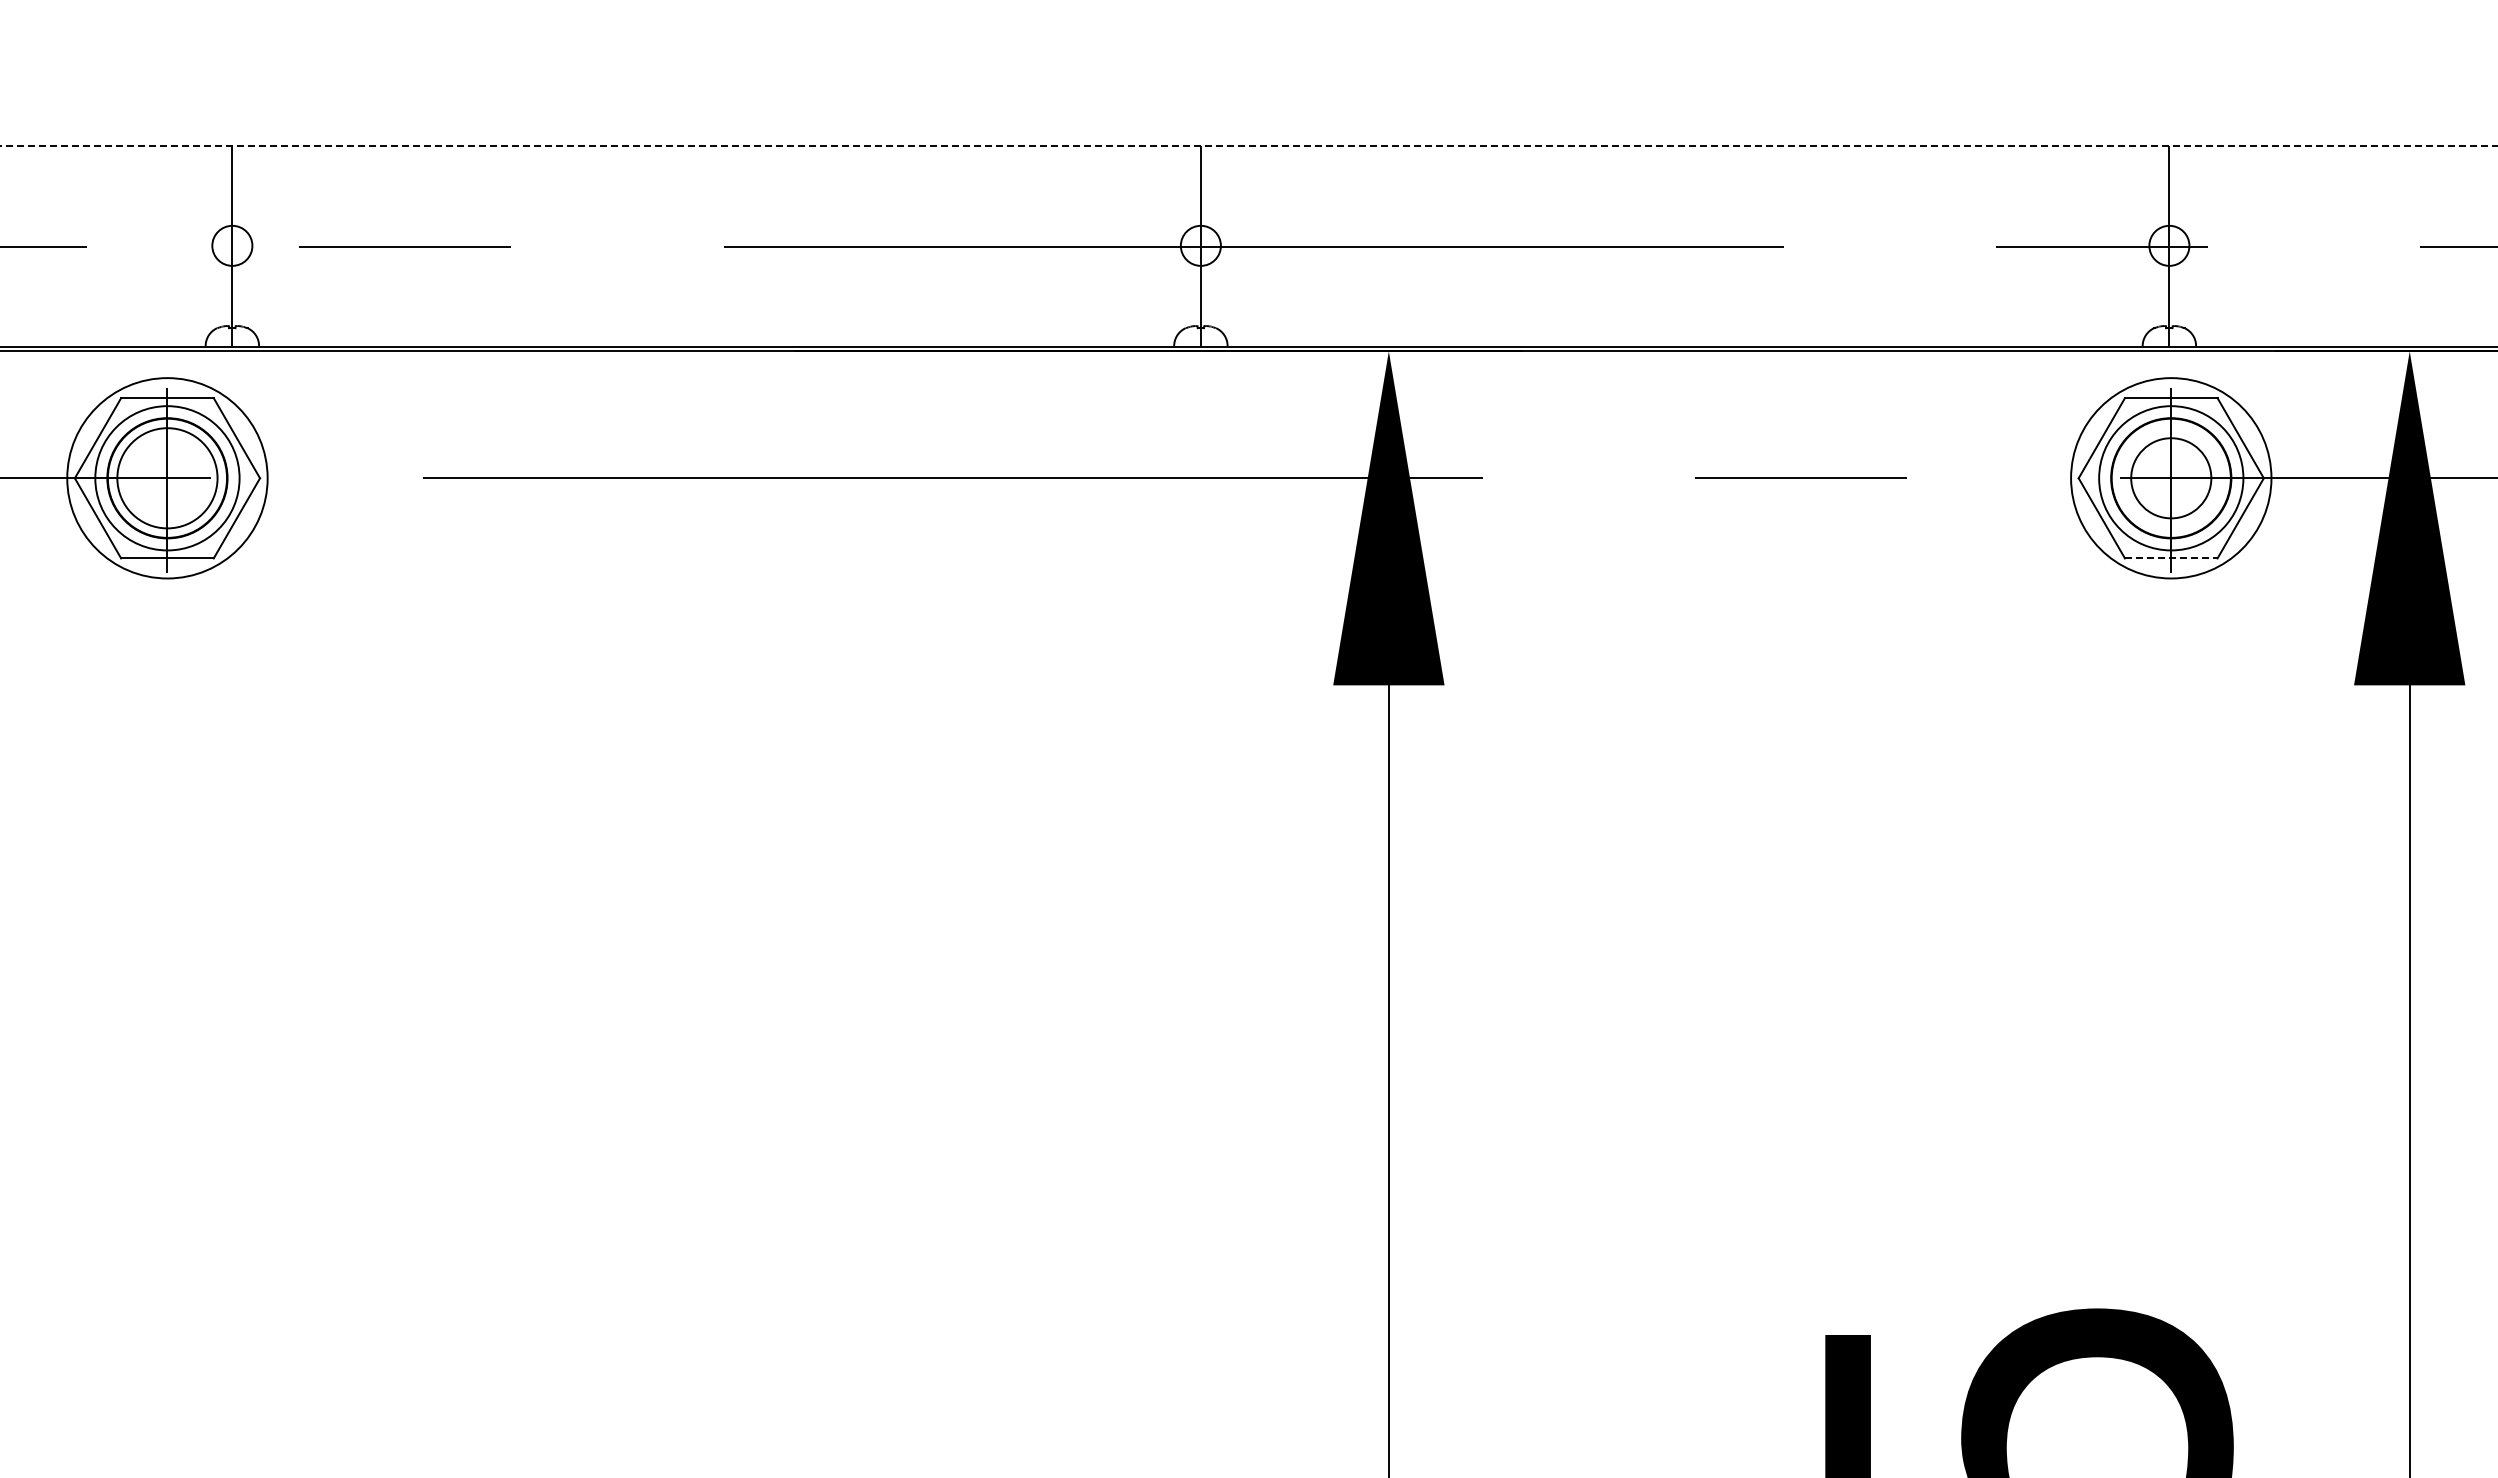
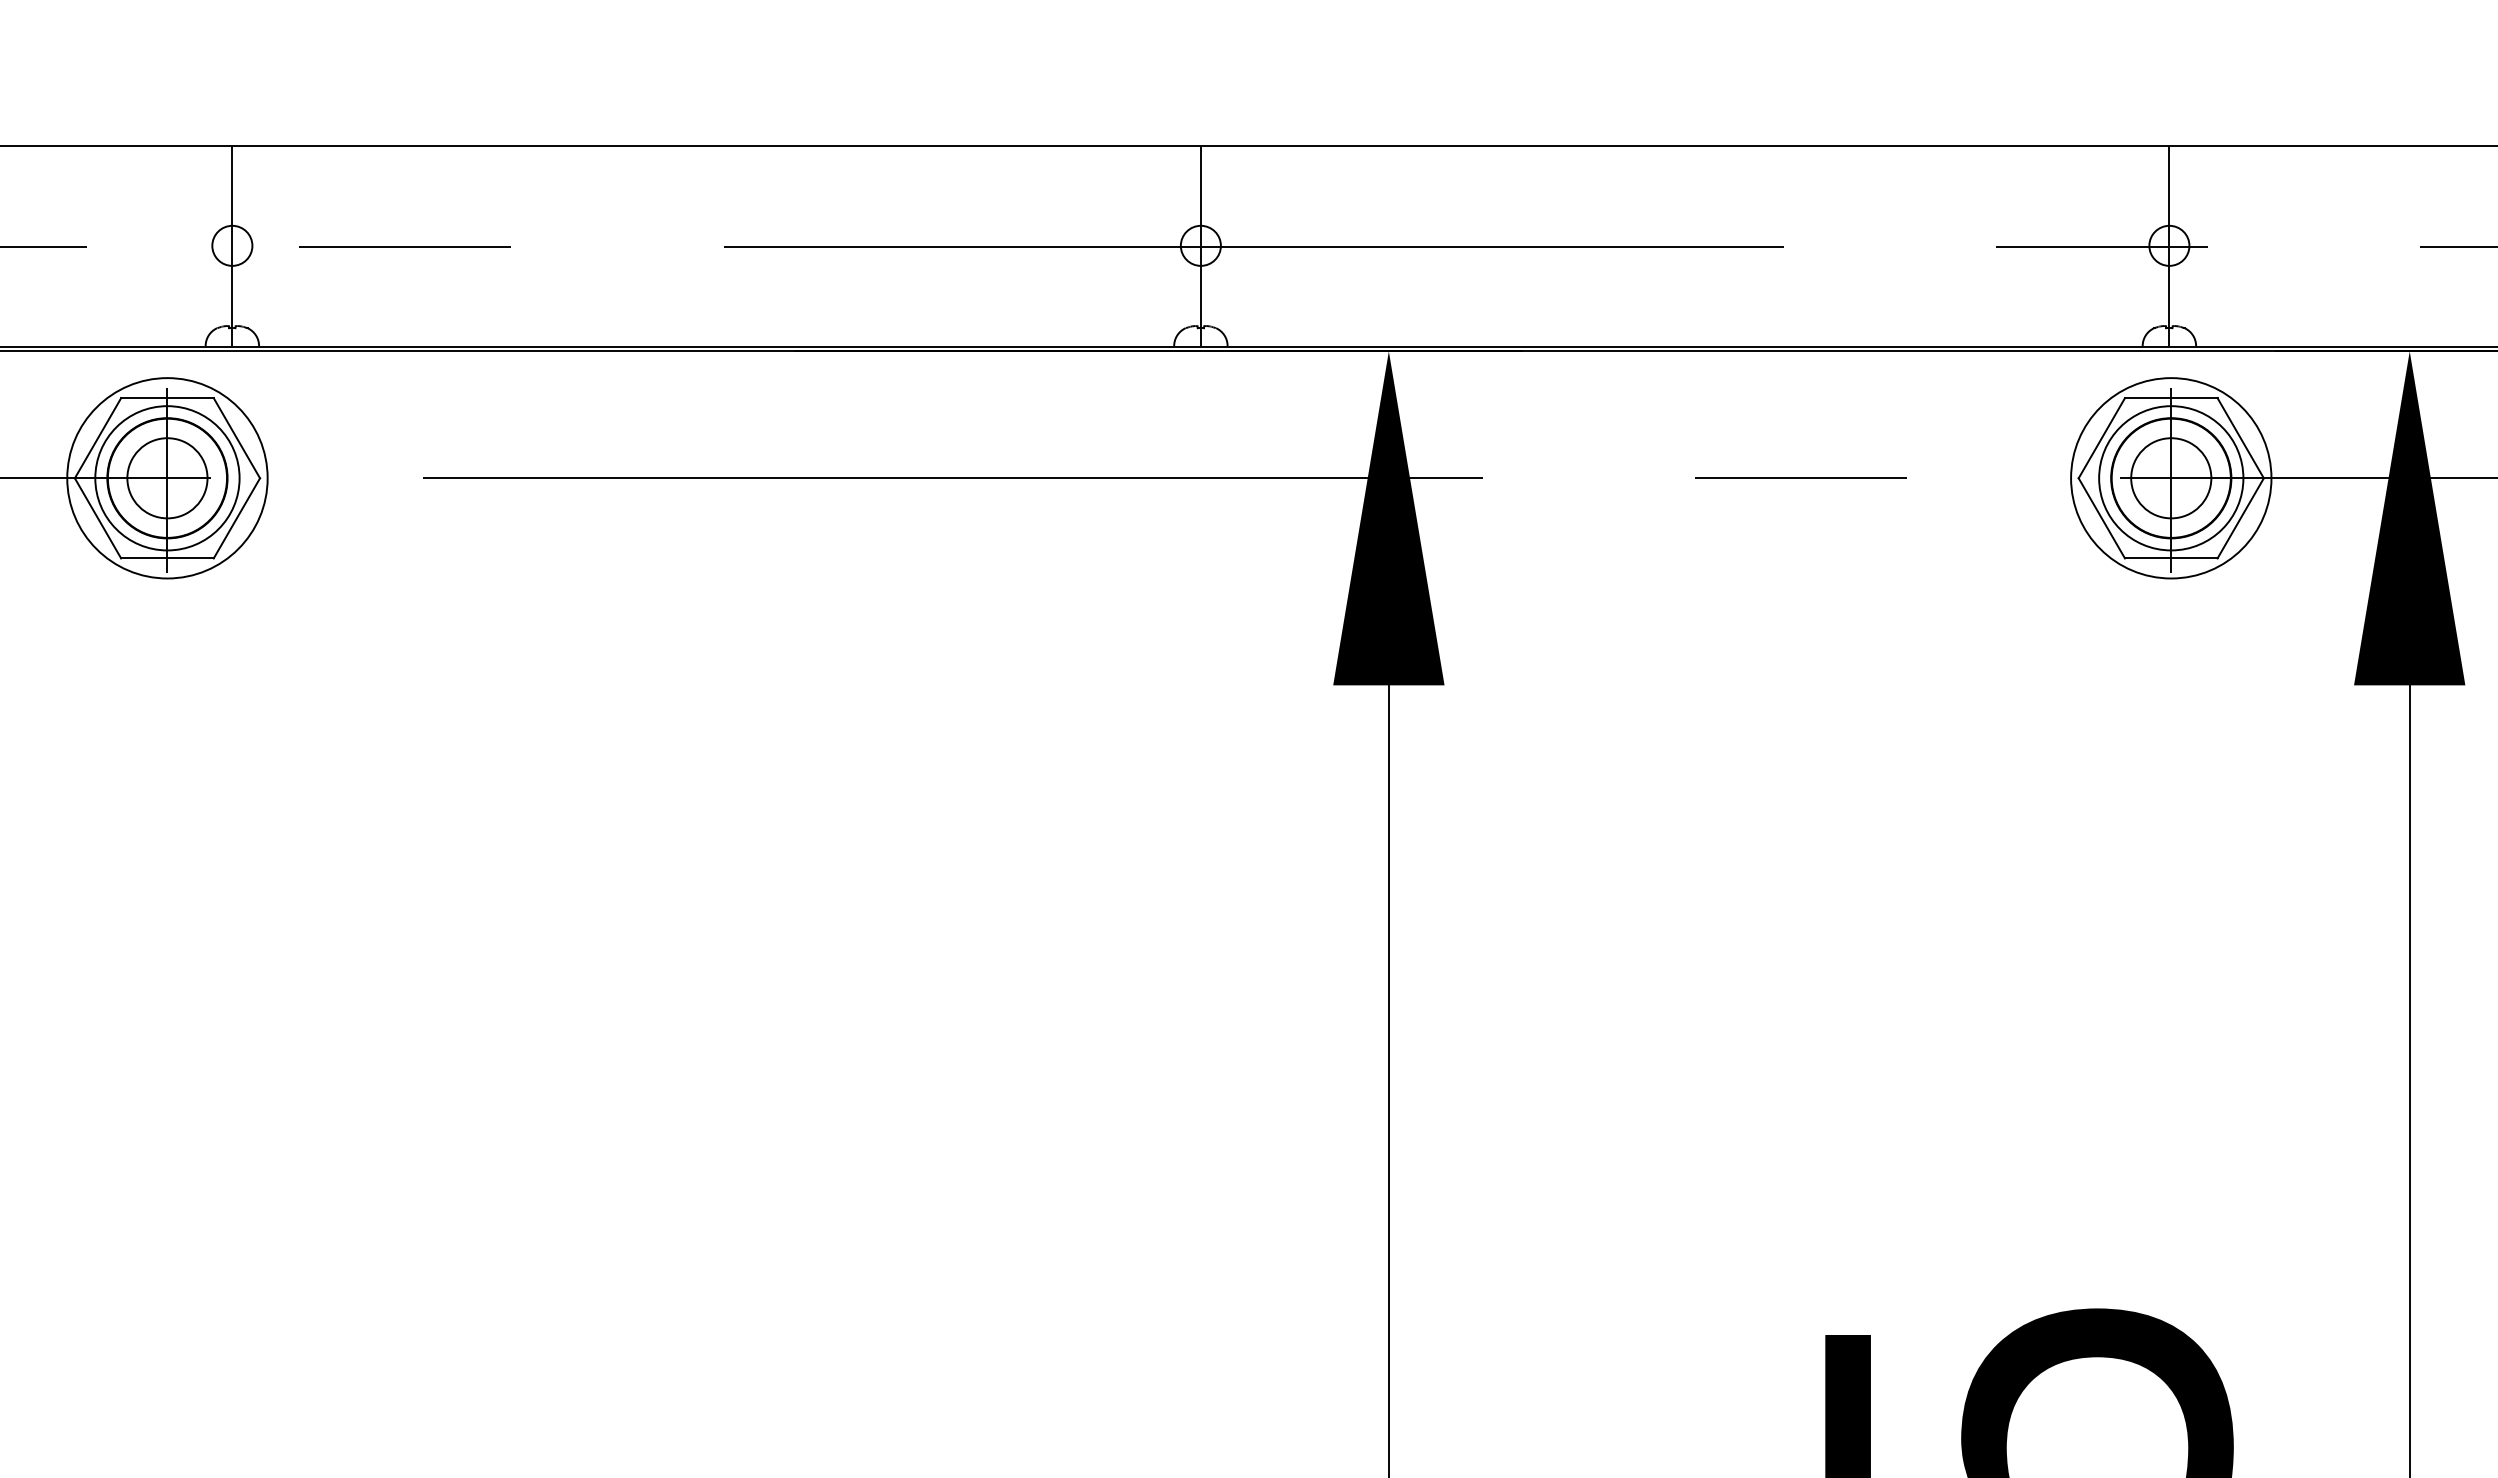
line at (1249, 146): dashed -> solid
circle at (167, 478) diameter: 100 px -> 80 px
line at (2171, 558): dashed -> solid
